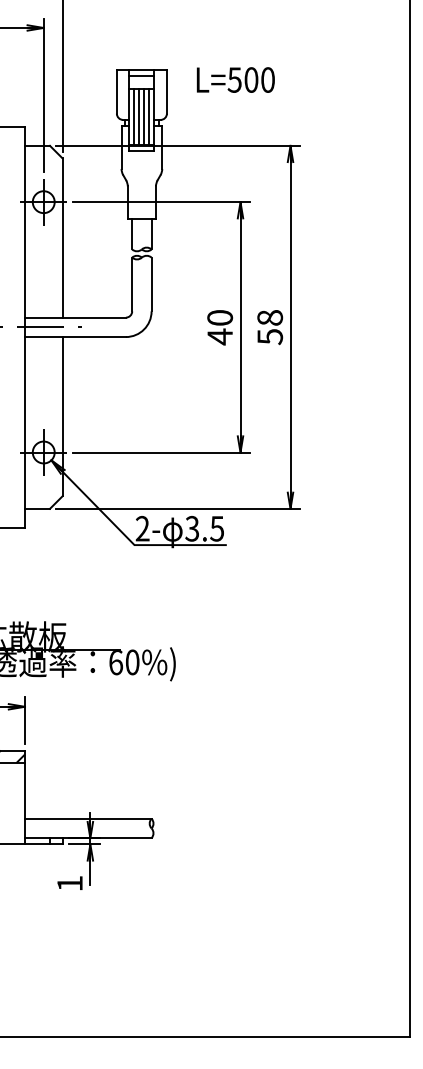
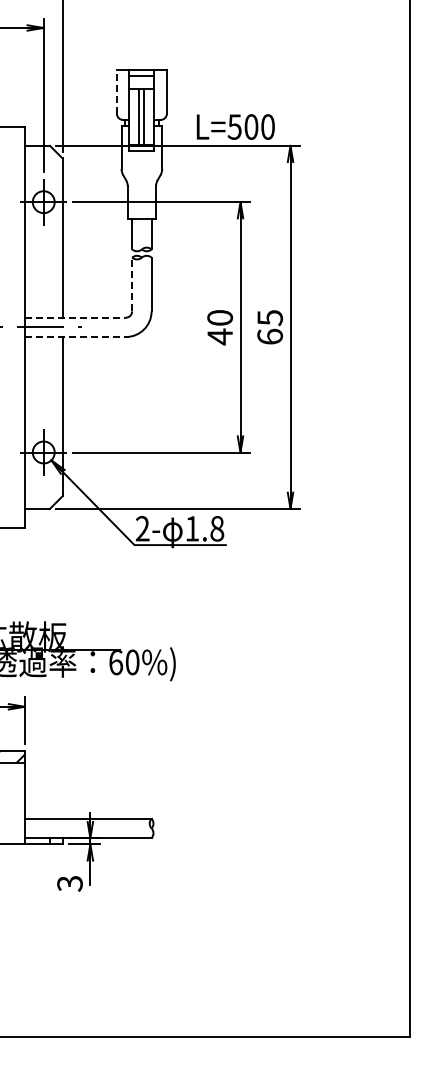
text at (235, 79) position: (235, 79) -> (235, 126)
line at (116, 91): solid -> dashed
line at (134, 116): present -> none
line at (149, 116): present -> none
line at (132, 284): solid -> dashed
line at (75, 317): solid -> dashed
text at (270, 327): 58 -> 65
line at (75, 337): solid -> dashed
text at (204, 528): 3.5 -> 1.8
text at (69, 883): 1 -> 3
